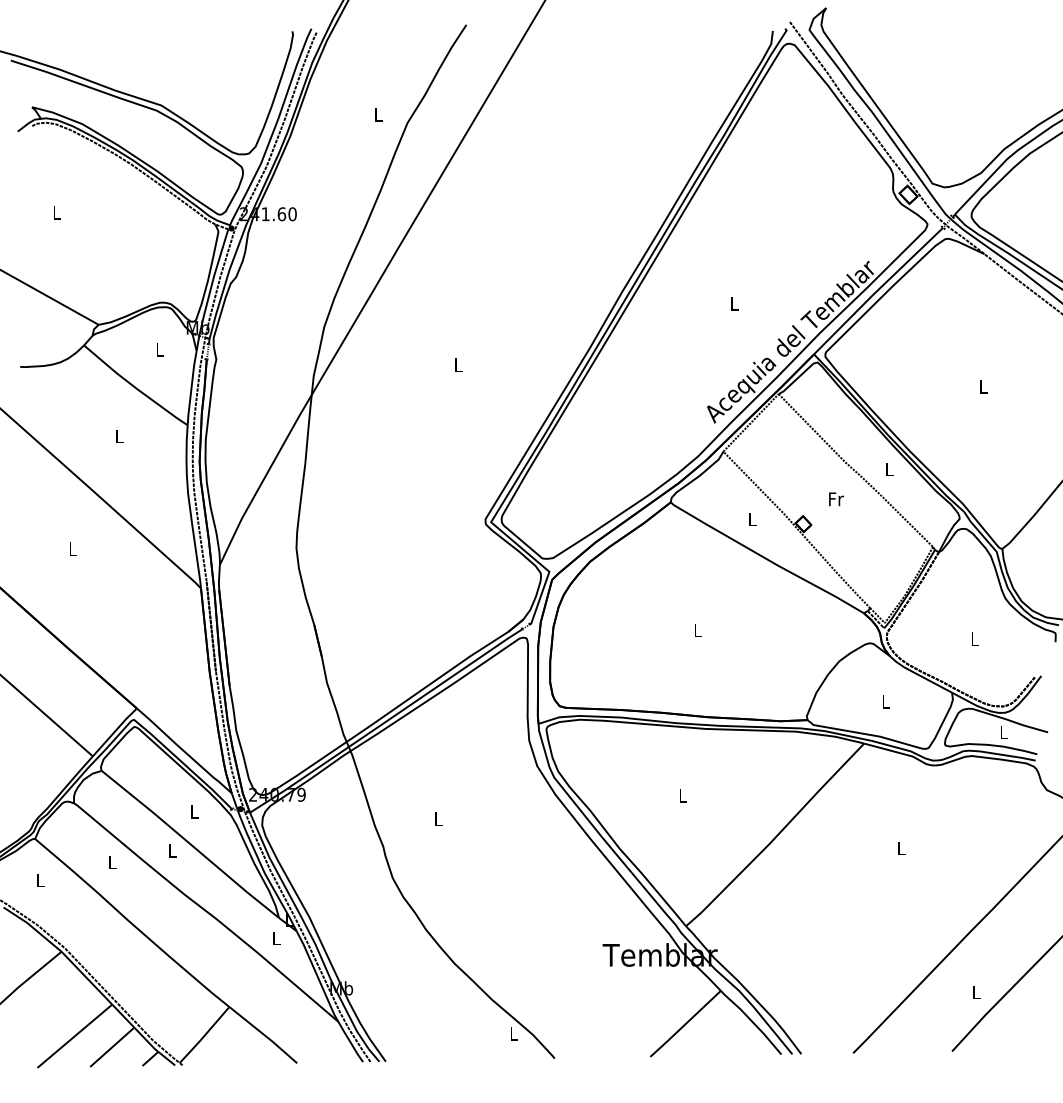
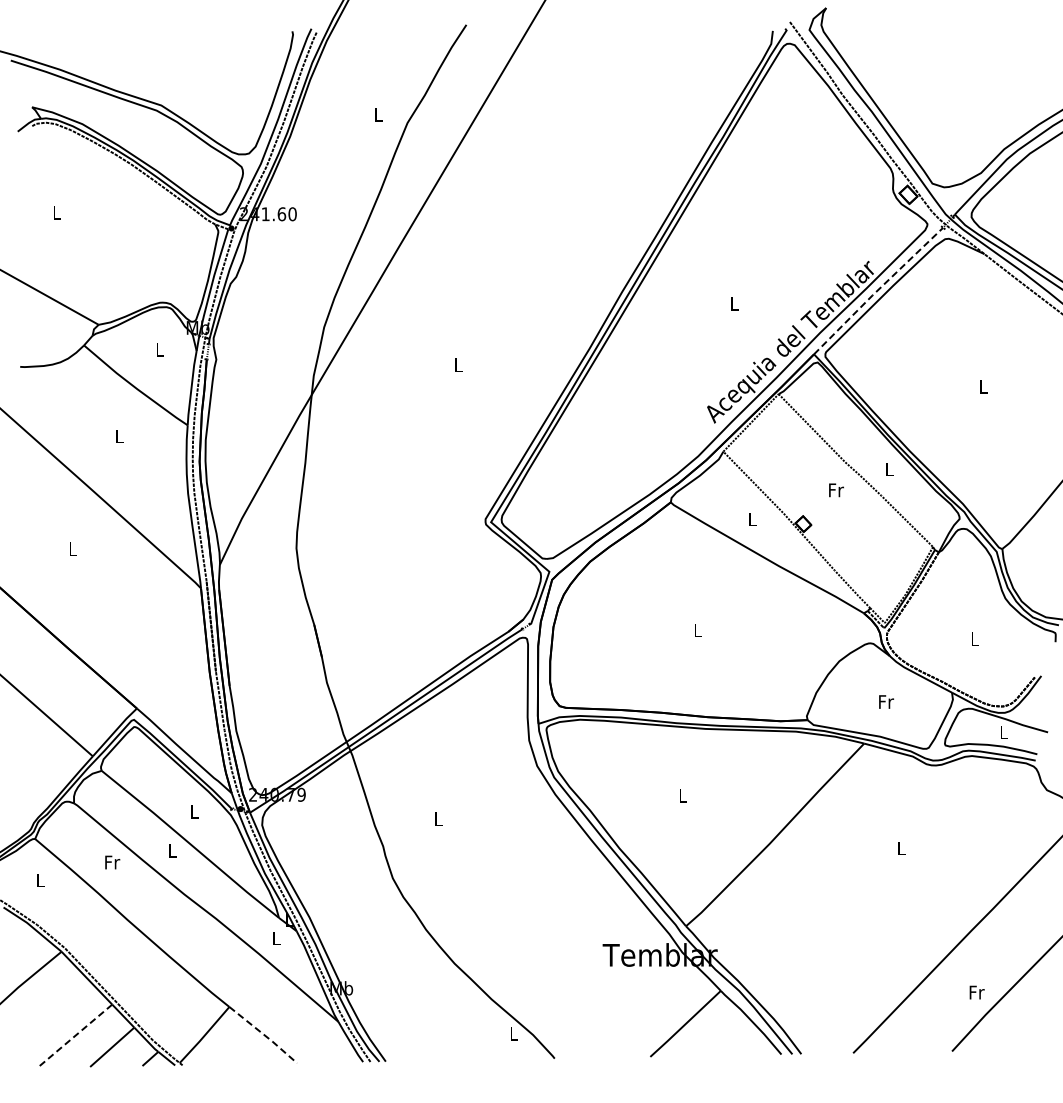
line at (877, 290): solid -> dashed
text at (836, 499) position: (836, 499) -> (836, 490)
text at (886, 701): L -> Fr
text at (112, 862): L -> Fr
text at (976, 992): L -> Fr
line at (264, 1034): solid -> dashed
line at (74, 1036): solid -> dashed
